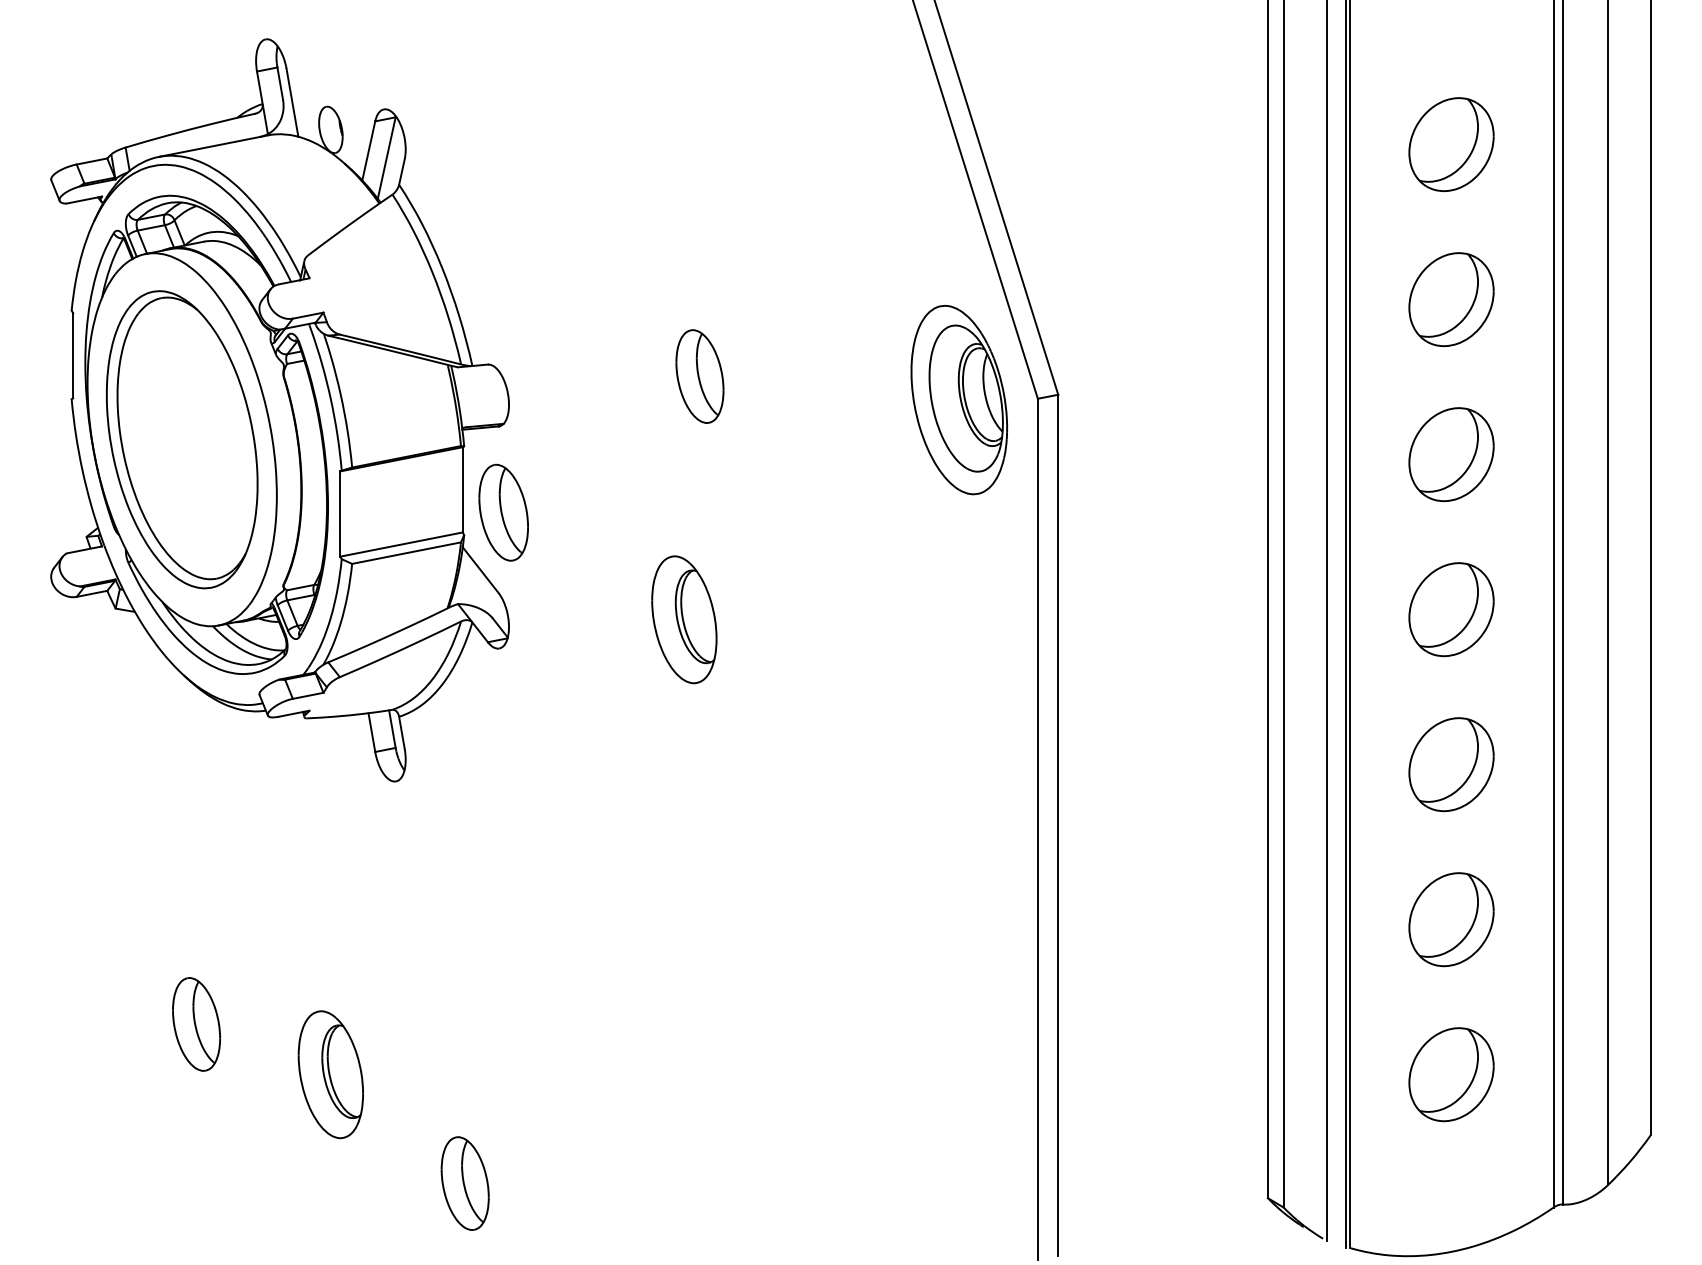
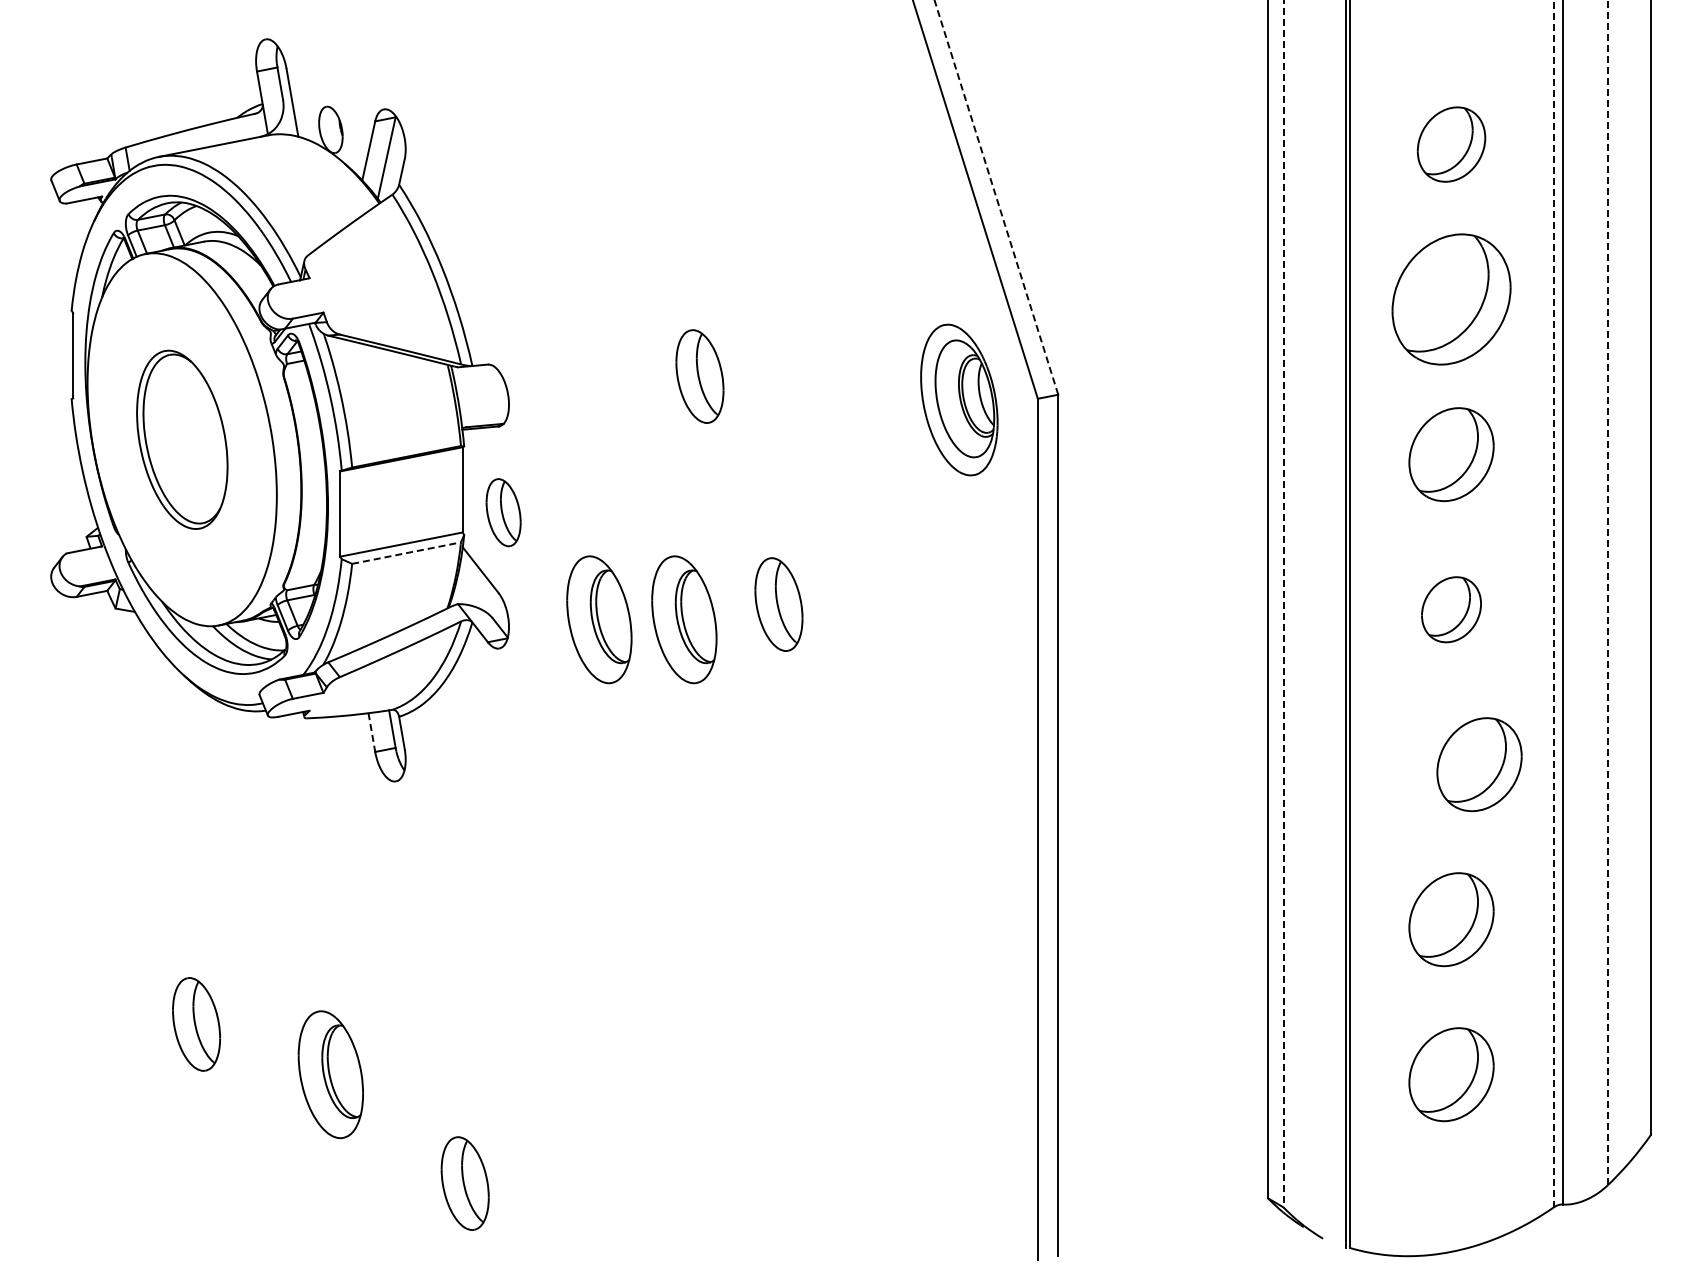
part at (1451, 144) size: 87x95 px -> 71x77 px
line at (996, 197): solid -> dashed
part at (1451, 299) size: 87x96 px -> 121x133 px
part at (959, 399) size: 99x192 px -> 79x154 px
part at (182, 439) size: 153x300 px -> 93x181 px
part at (503, 512) size: 51x99 px -> 37x70 px
line at (407, 553): solid -> dashed
line at (1607, 593): solid -> dashed
line at (1553, 603): solid -> dashed
part at (778, 604): none -> present
line at (1283, 604): solid -> dashed
part at (1451, 609) size: 87x96 px -> 61x68 px
part at (599, 619): none -> present
line at (1326, 621): present -> none
line at (371, 732): solid -> dashed
part at (1451, 764) position: (1451, 764) -> (1479, 764)
